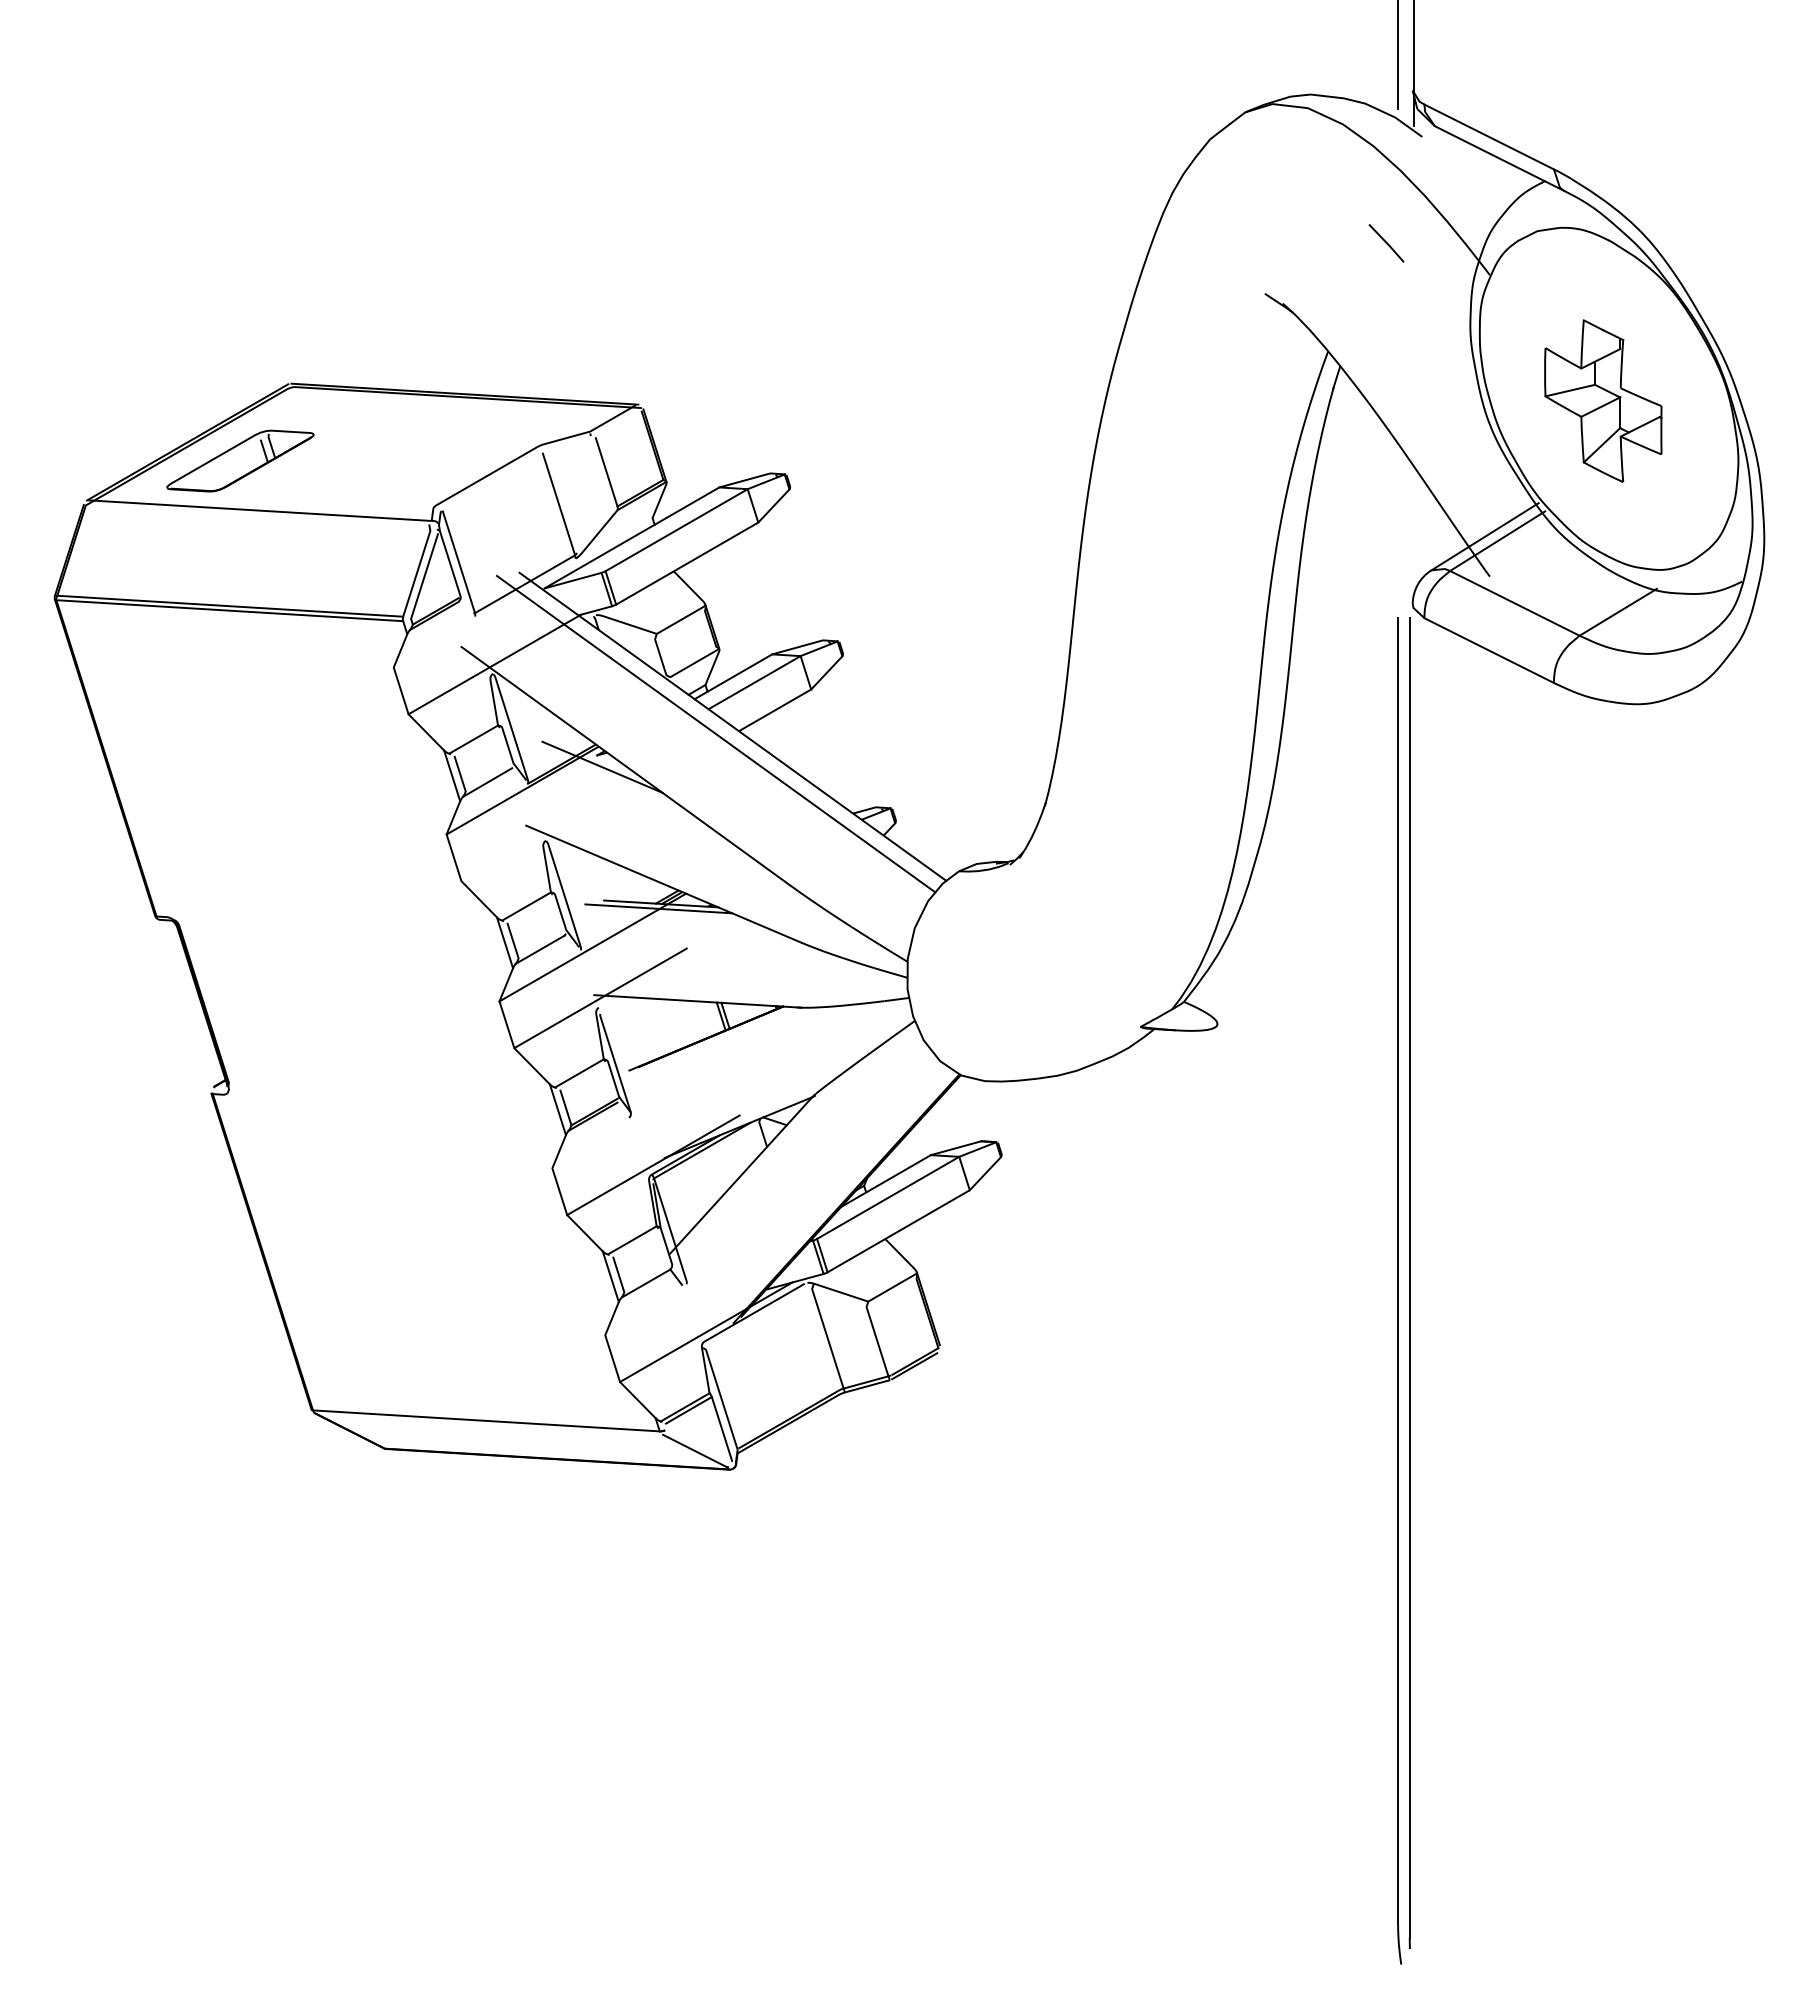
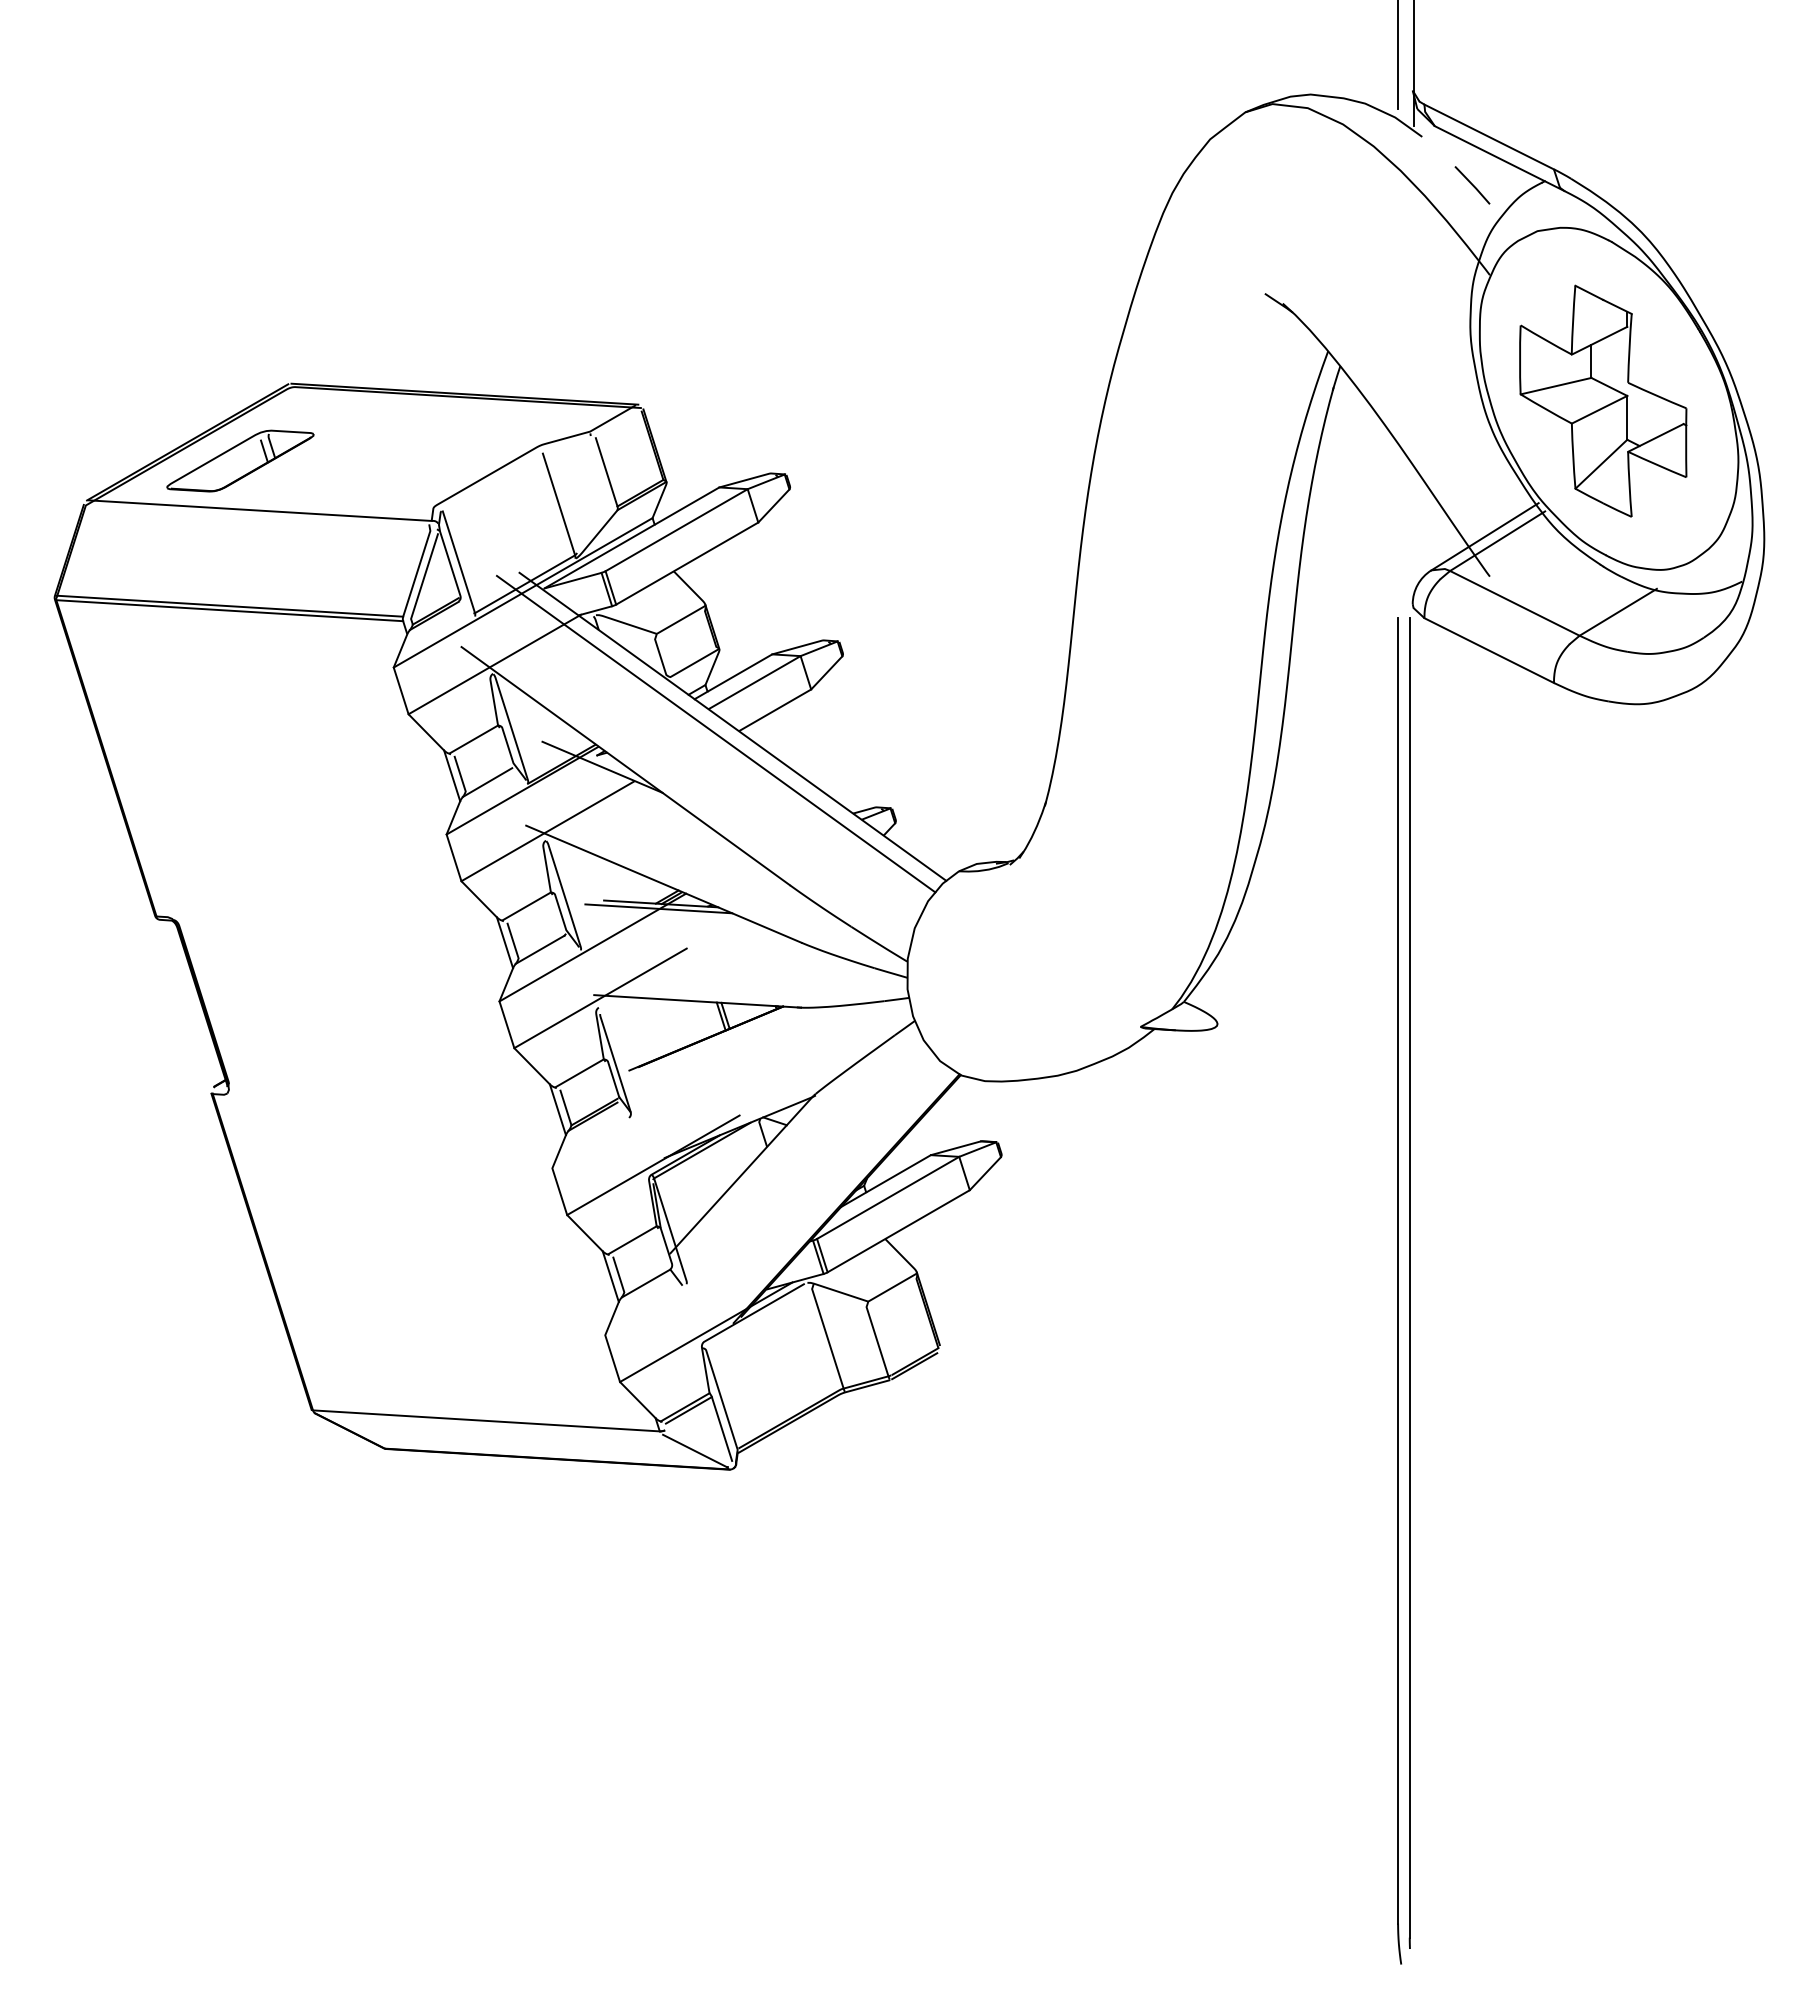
line at (1386, 243) position: (1386, 243) -> (1472, 185)
part at (1603, 400) size: 119x164 px -> 169x234 px
line at (522, 592): none -> present
line at (547, 831): none -> present
